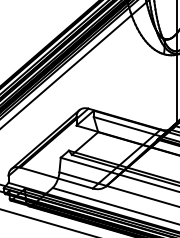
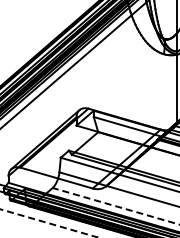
line at (115, 206): solid -> dashed
line at (50, 223): solid -> dashed
